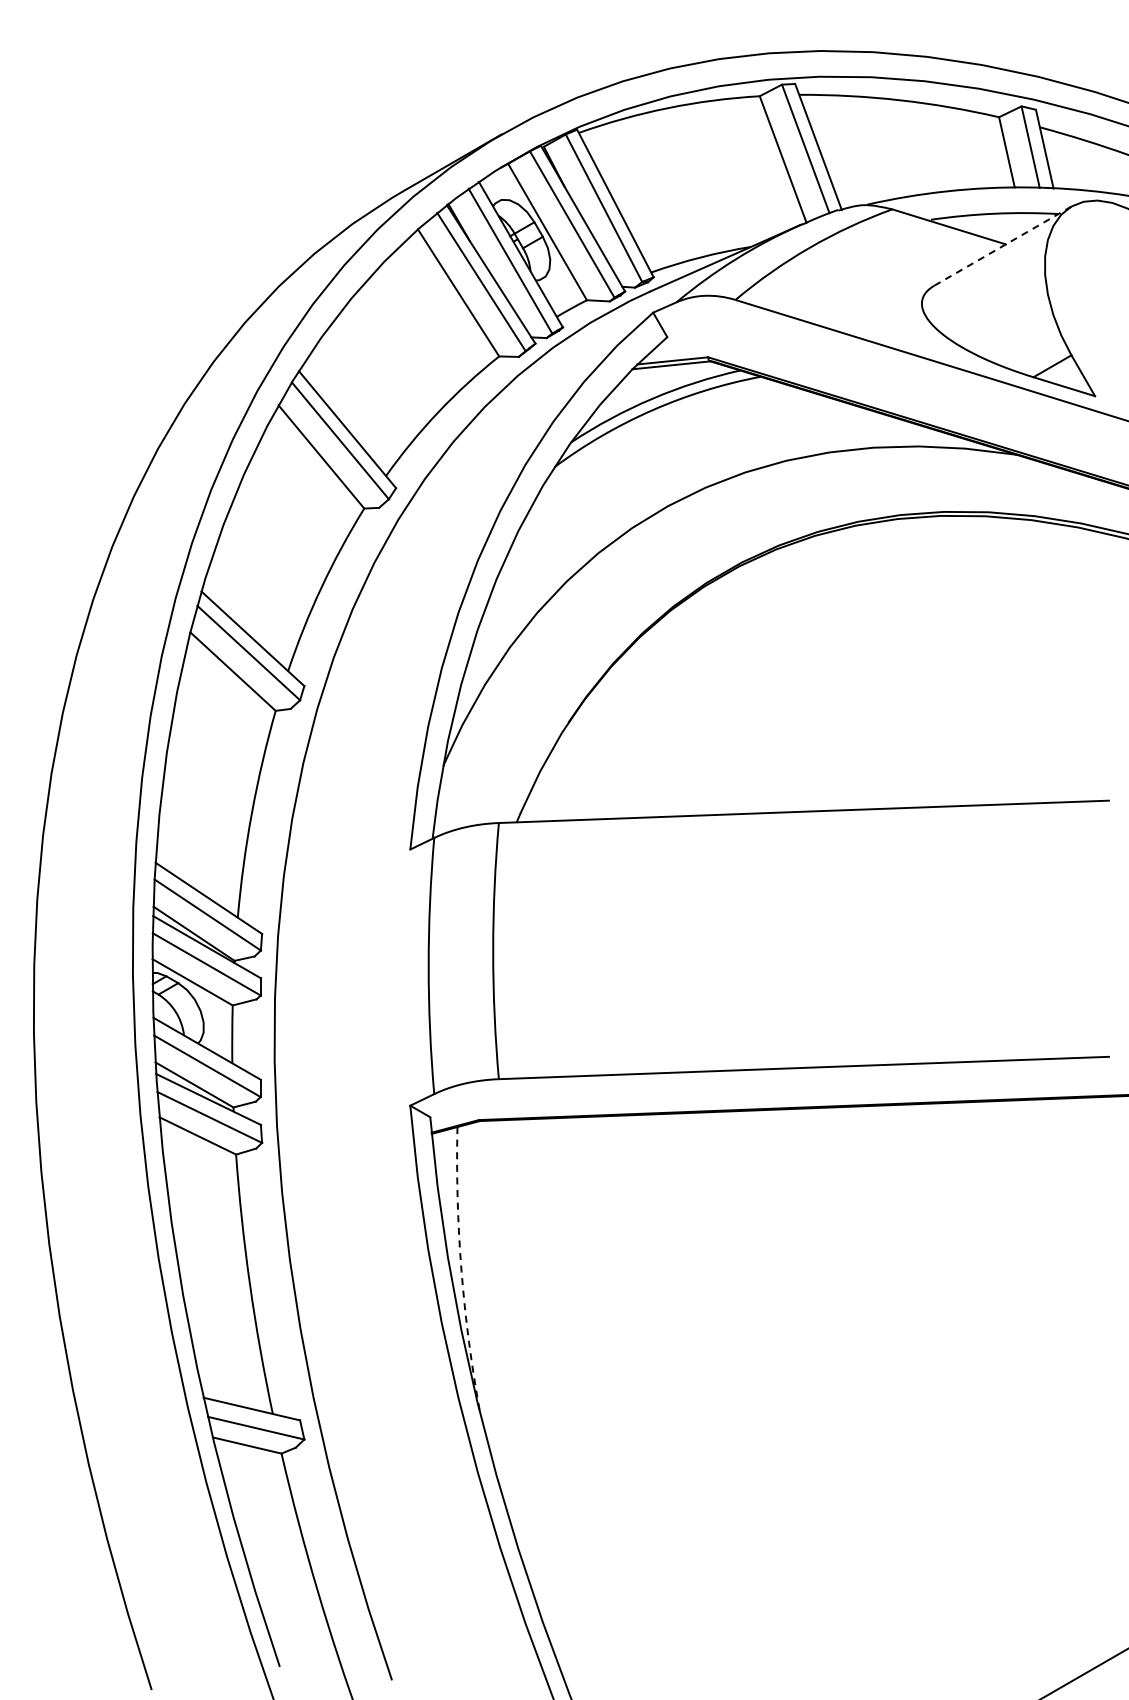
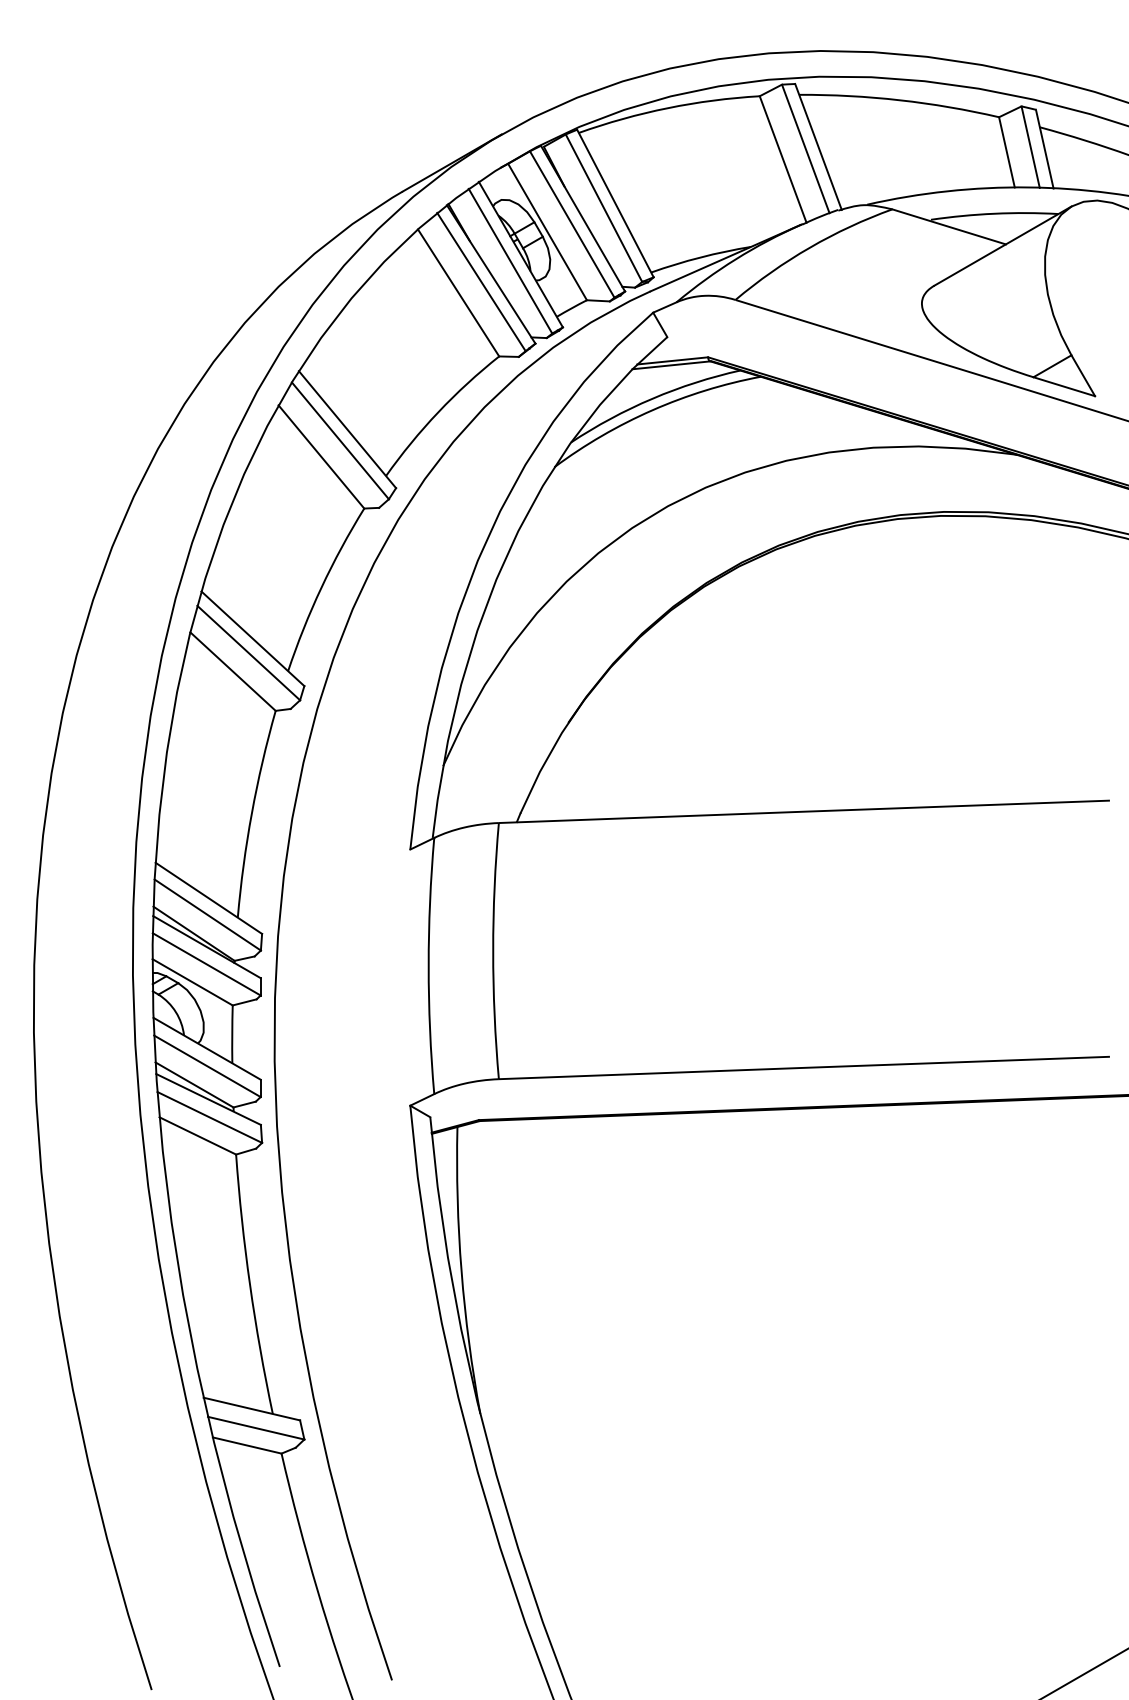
line at (1002, 246): dashed -> solid
arc at (461, 1271): dashed -> solid
